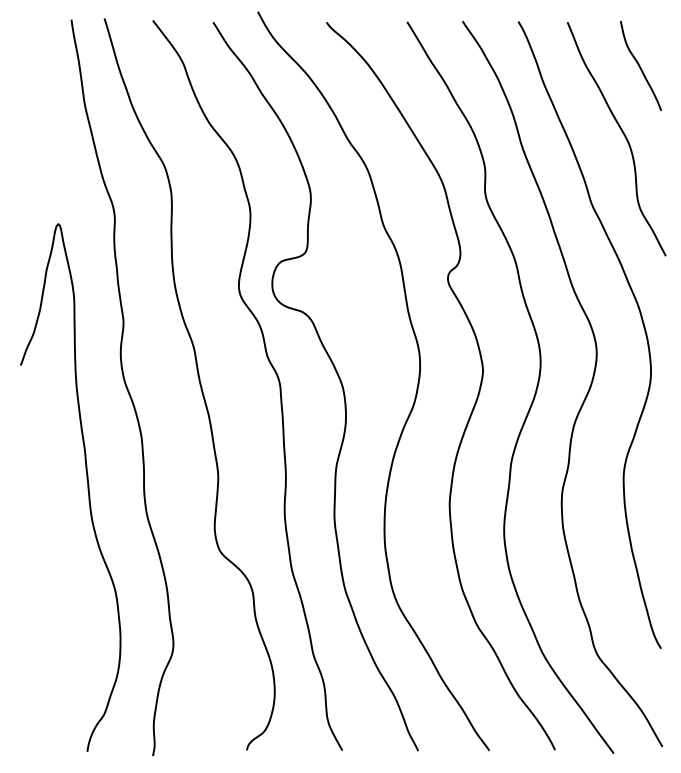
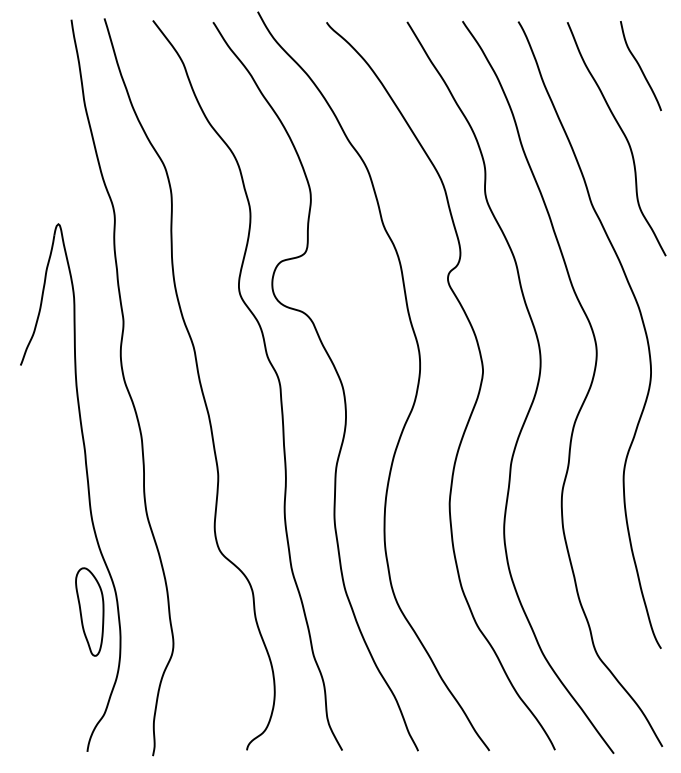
part at (89, 611): none -> present
